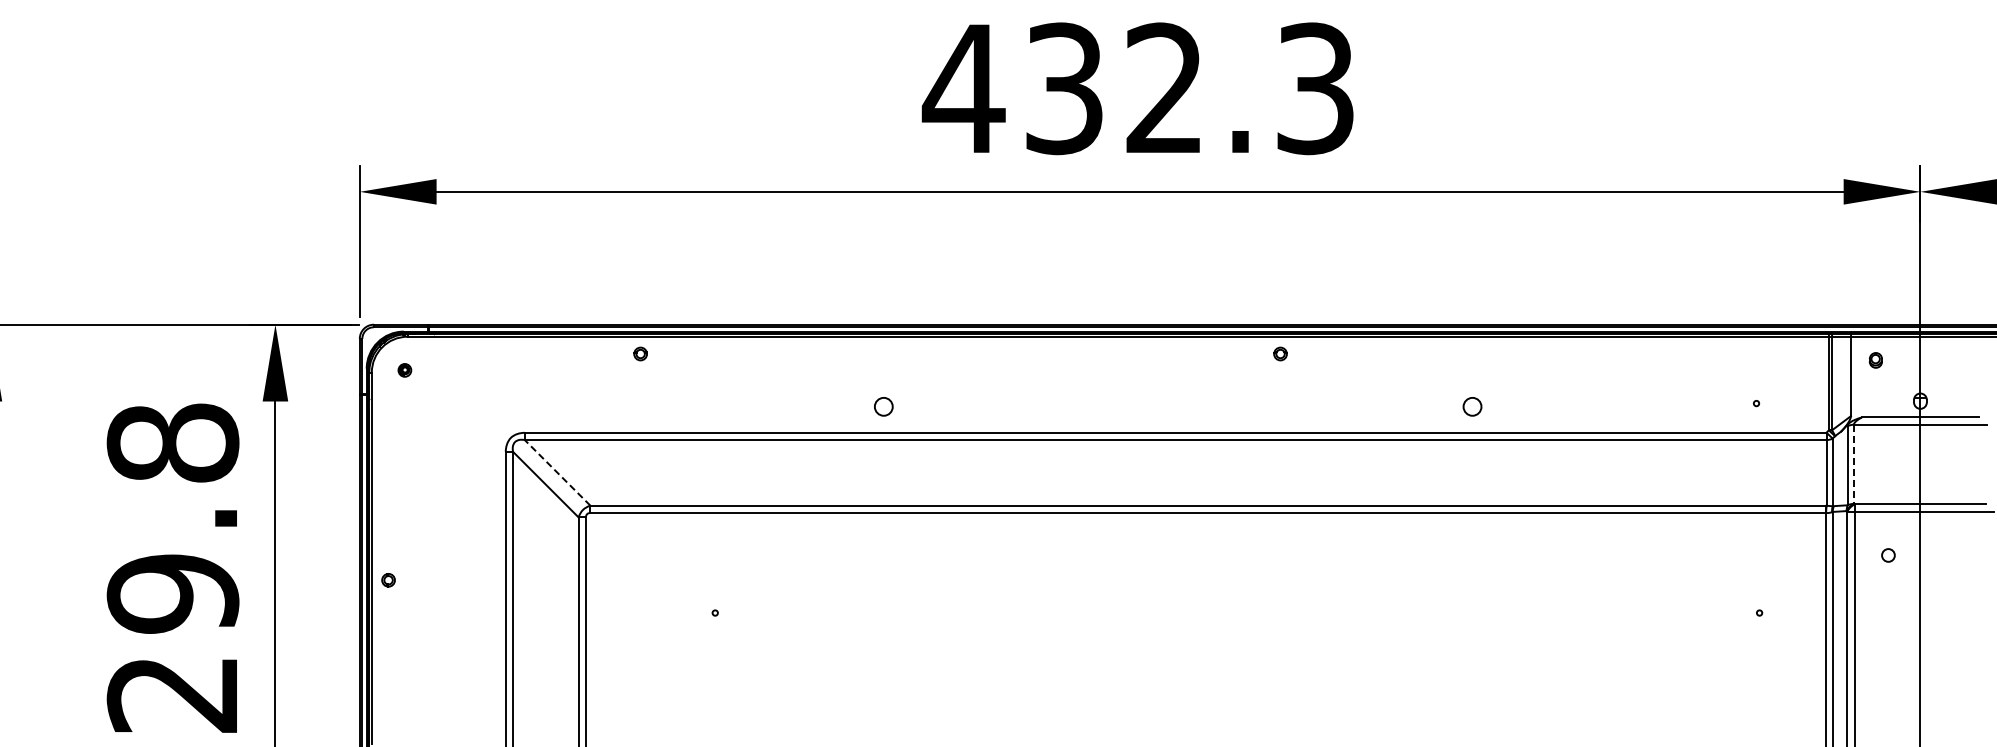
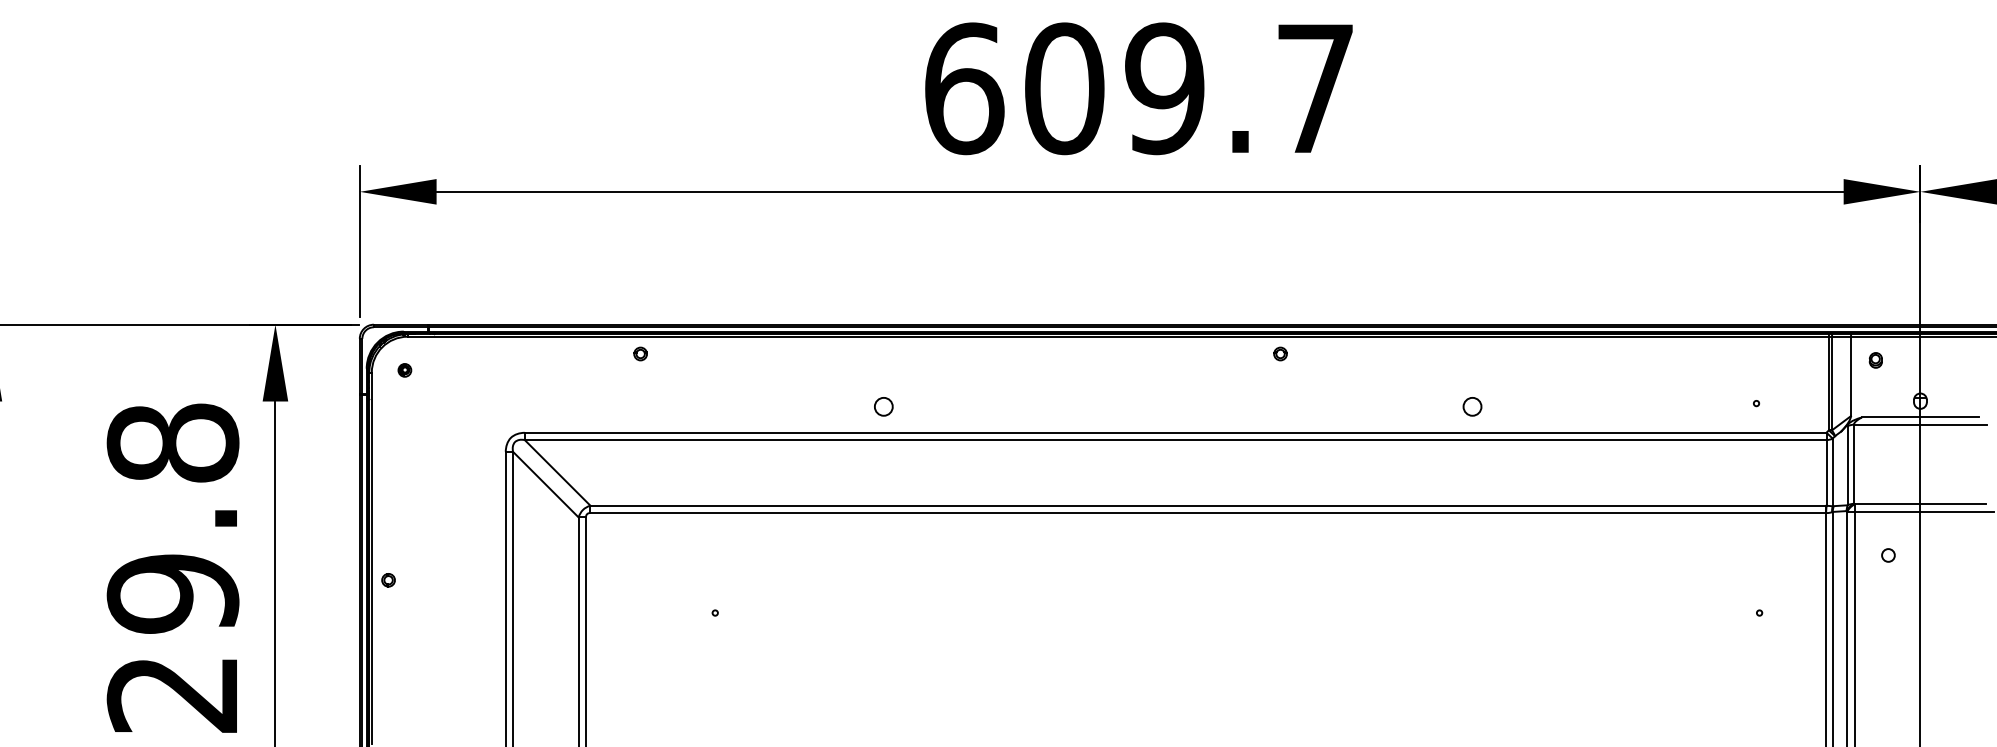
text at (1137, 88): 432.3 -> 609.7
line at (1853, 464): dashed -> solid
line at (557, 472): dashed -> solid
